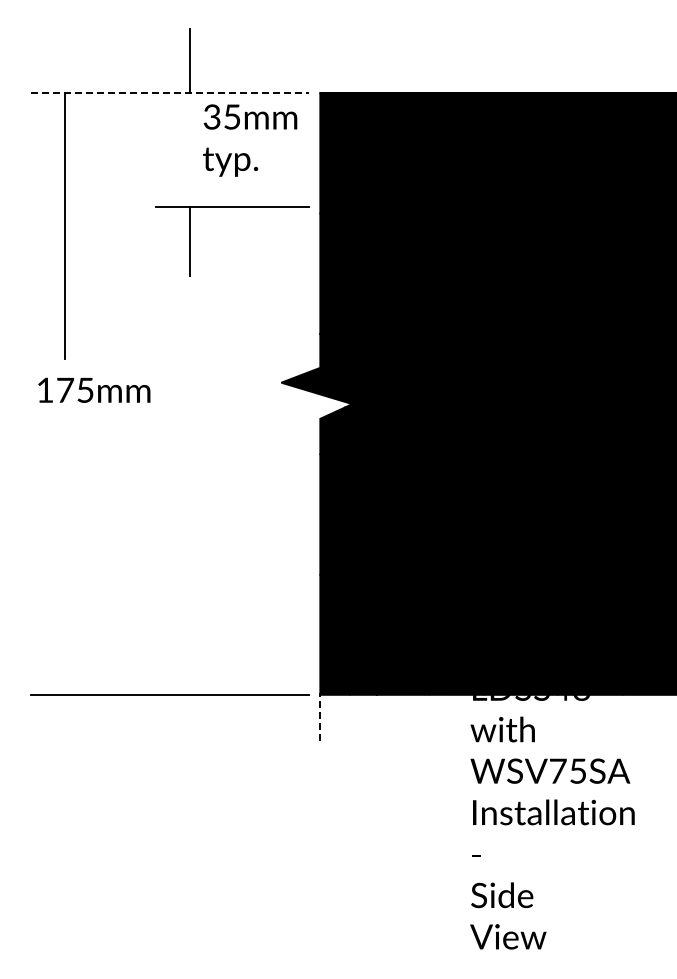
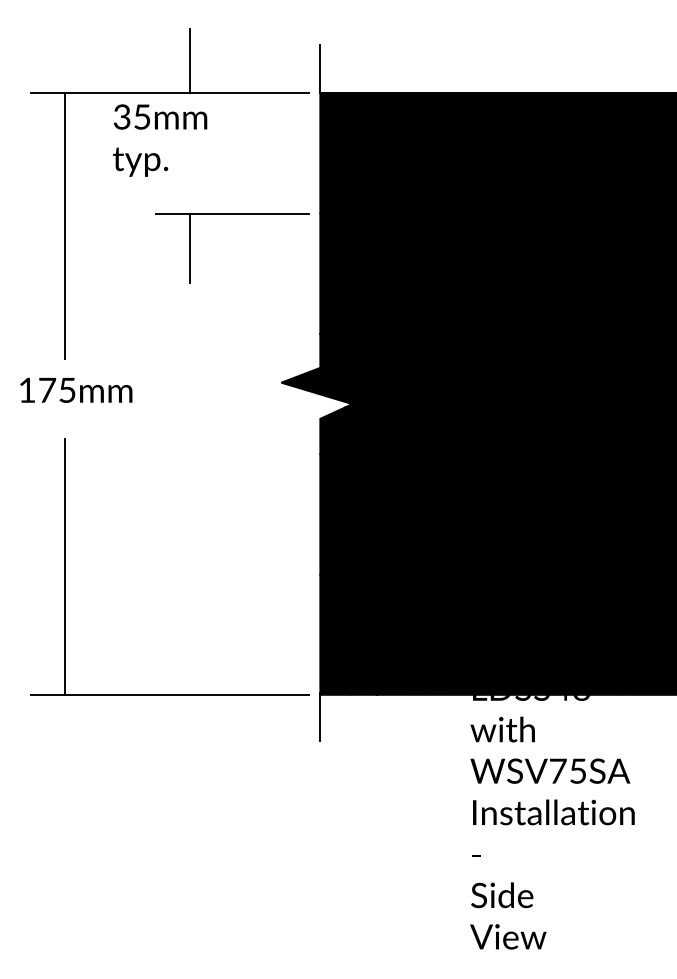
line at (320, 68): none -> present
line at (170, 93): dashed -> solid
text at (250, 140) position: (250, 140) -> (160, 140)
part at (232, 207) position: (232, 207) -> (232, 214)
text at (94, 389) position: (94, 389) -> (76, 389)
line at (64, 566): none -> present
line at (320, 716): dashed -> solid
